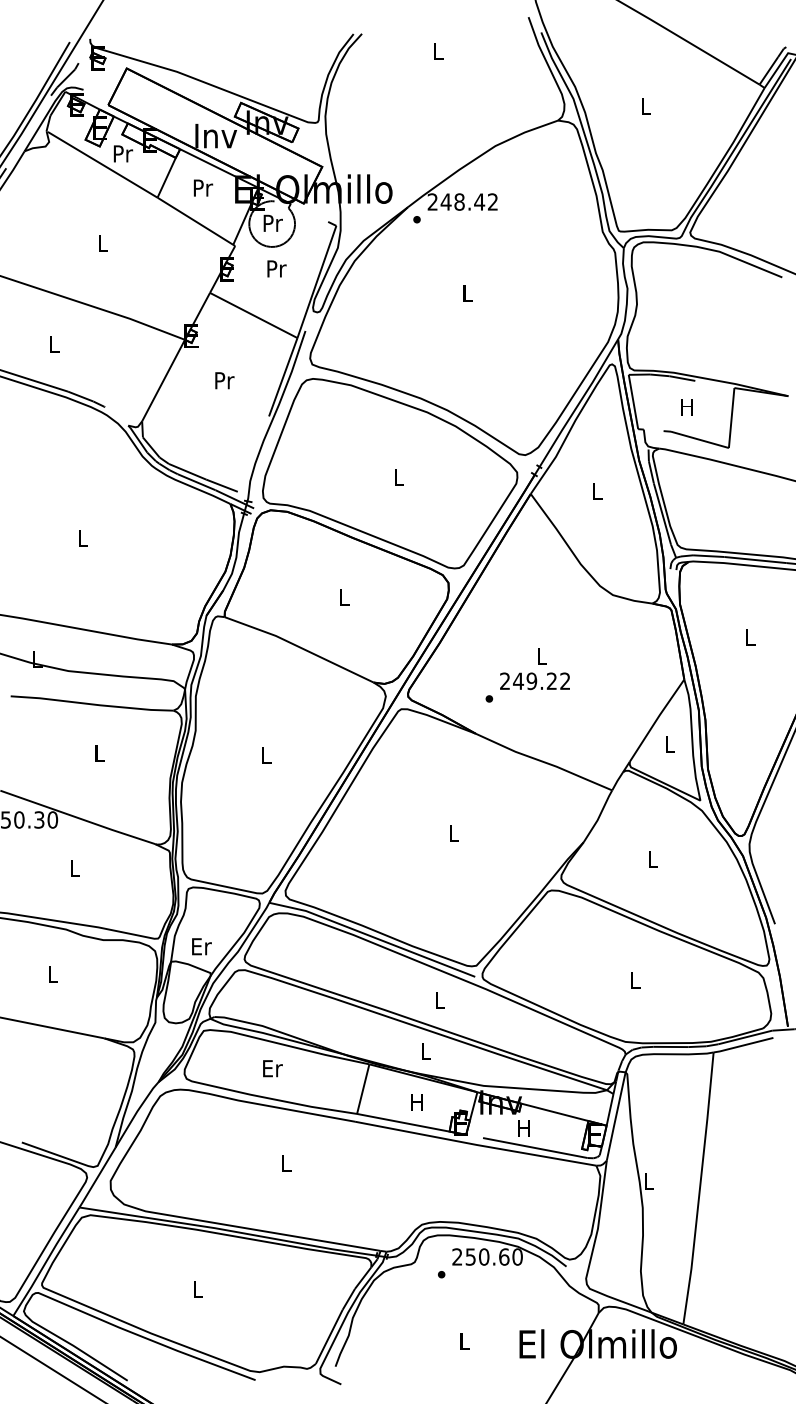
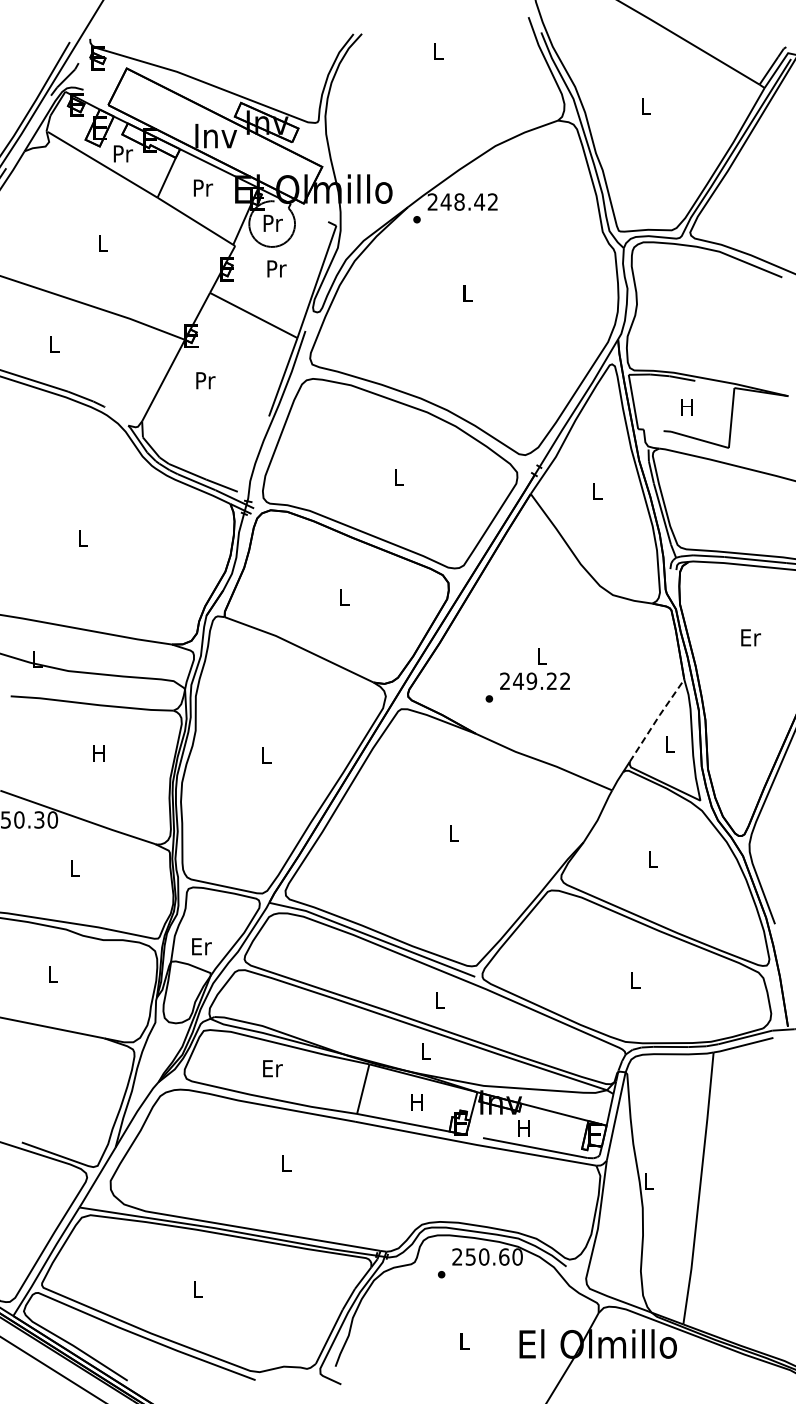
text at (224, 380) position: (224, 380) -> (205, 380)
text at (751, 637): L -> Er
line at (657, 719): solid -> dashed
text at (98, 753): L -> H
